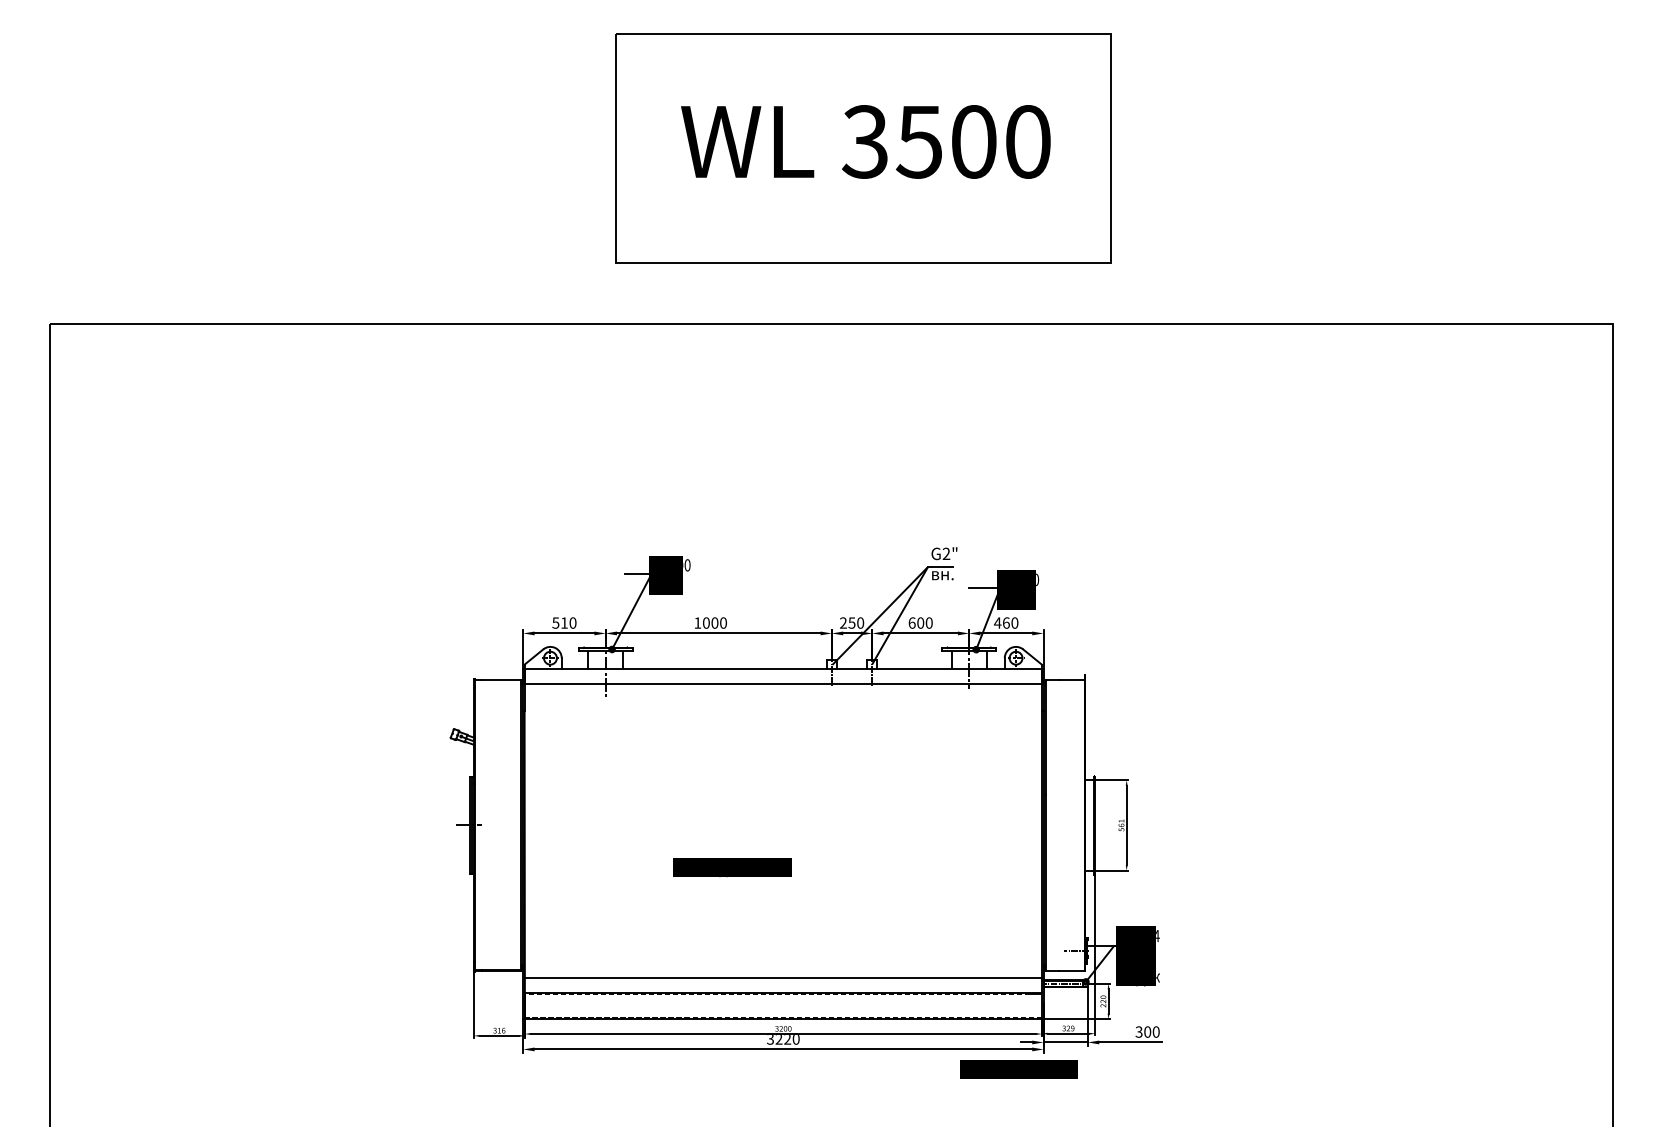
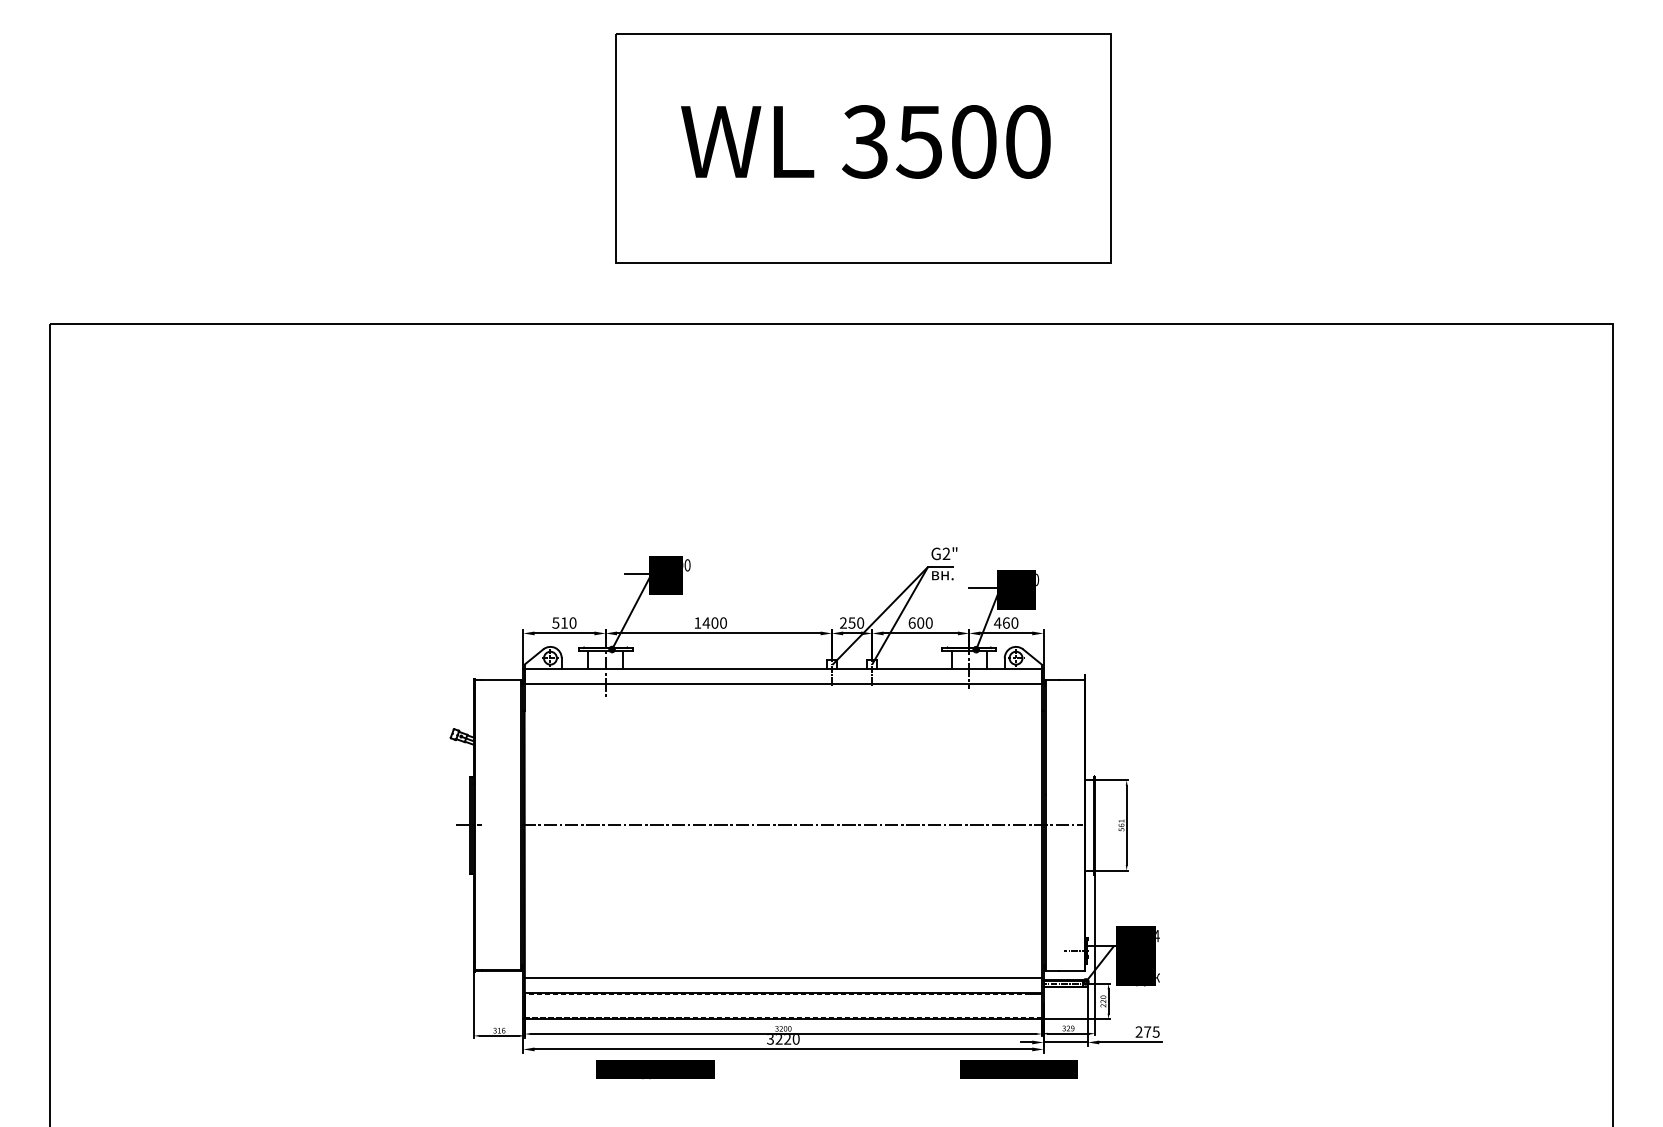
text at (706, 622): 1000 -> 1400
line at (802, 825): none -> present
text at (732, 867) position: (732, 867) -> (655, 1069)
text at (1147, 1031): 300 -> 275
